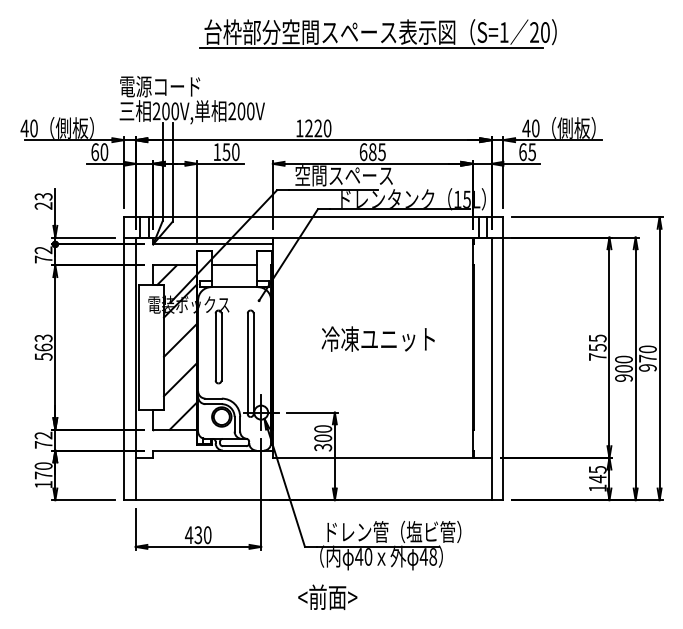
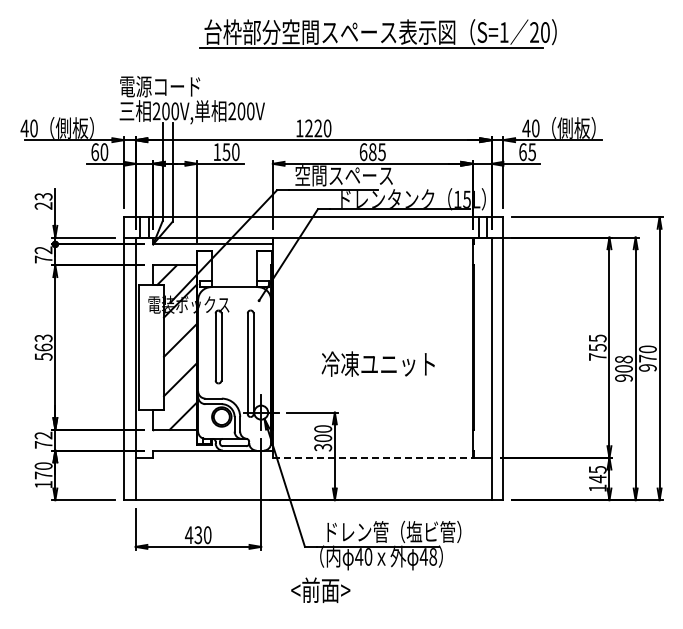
line at (234, 265): present -> none
text at (377, 338) position: (377, 338) -> (377, 363)
text at (623, 359): 900 -> 908
line at (372, 457): solid -> dashed
text at (327, 596) position: (327, 596) -> (320, 589)
